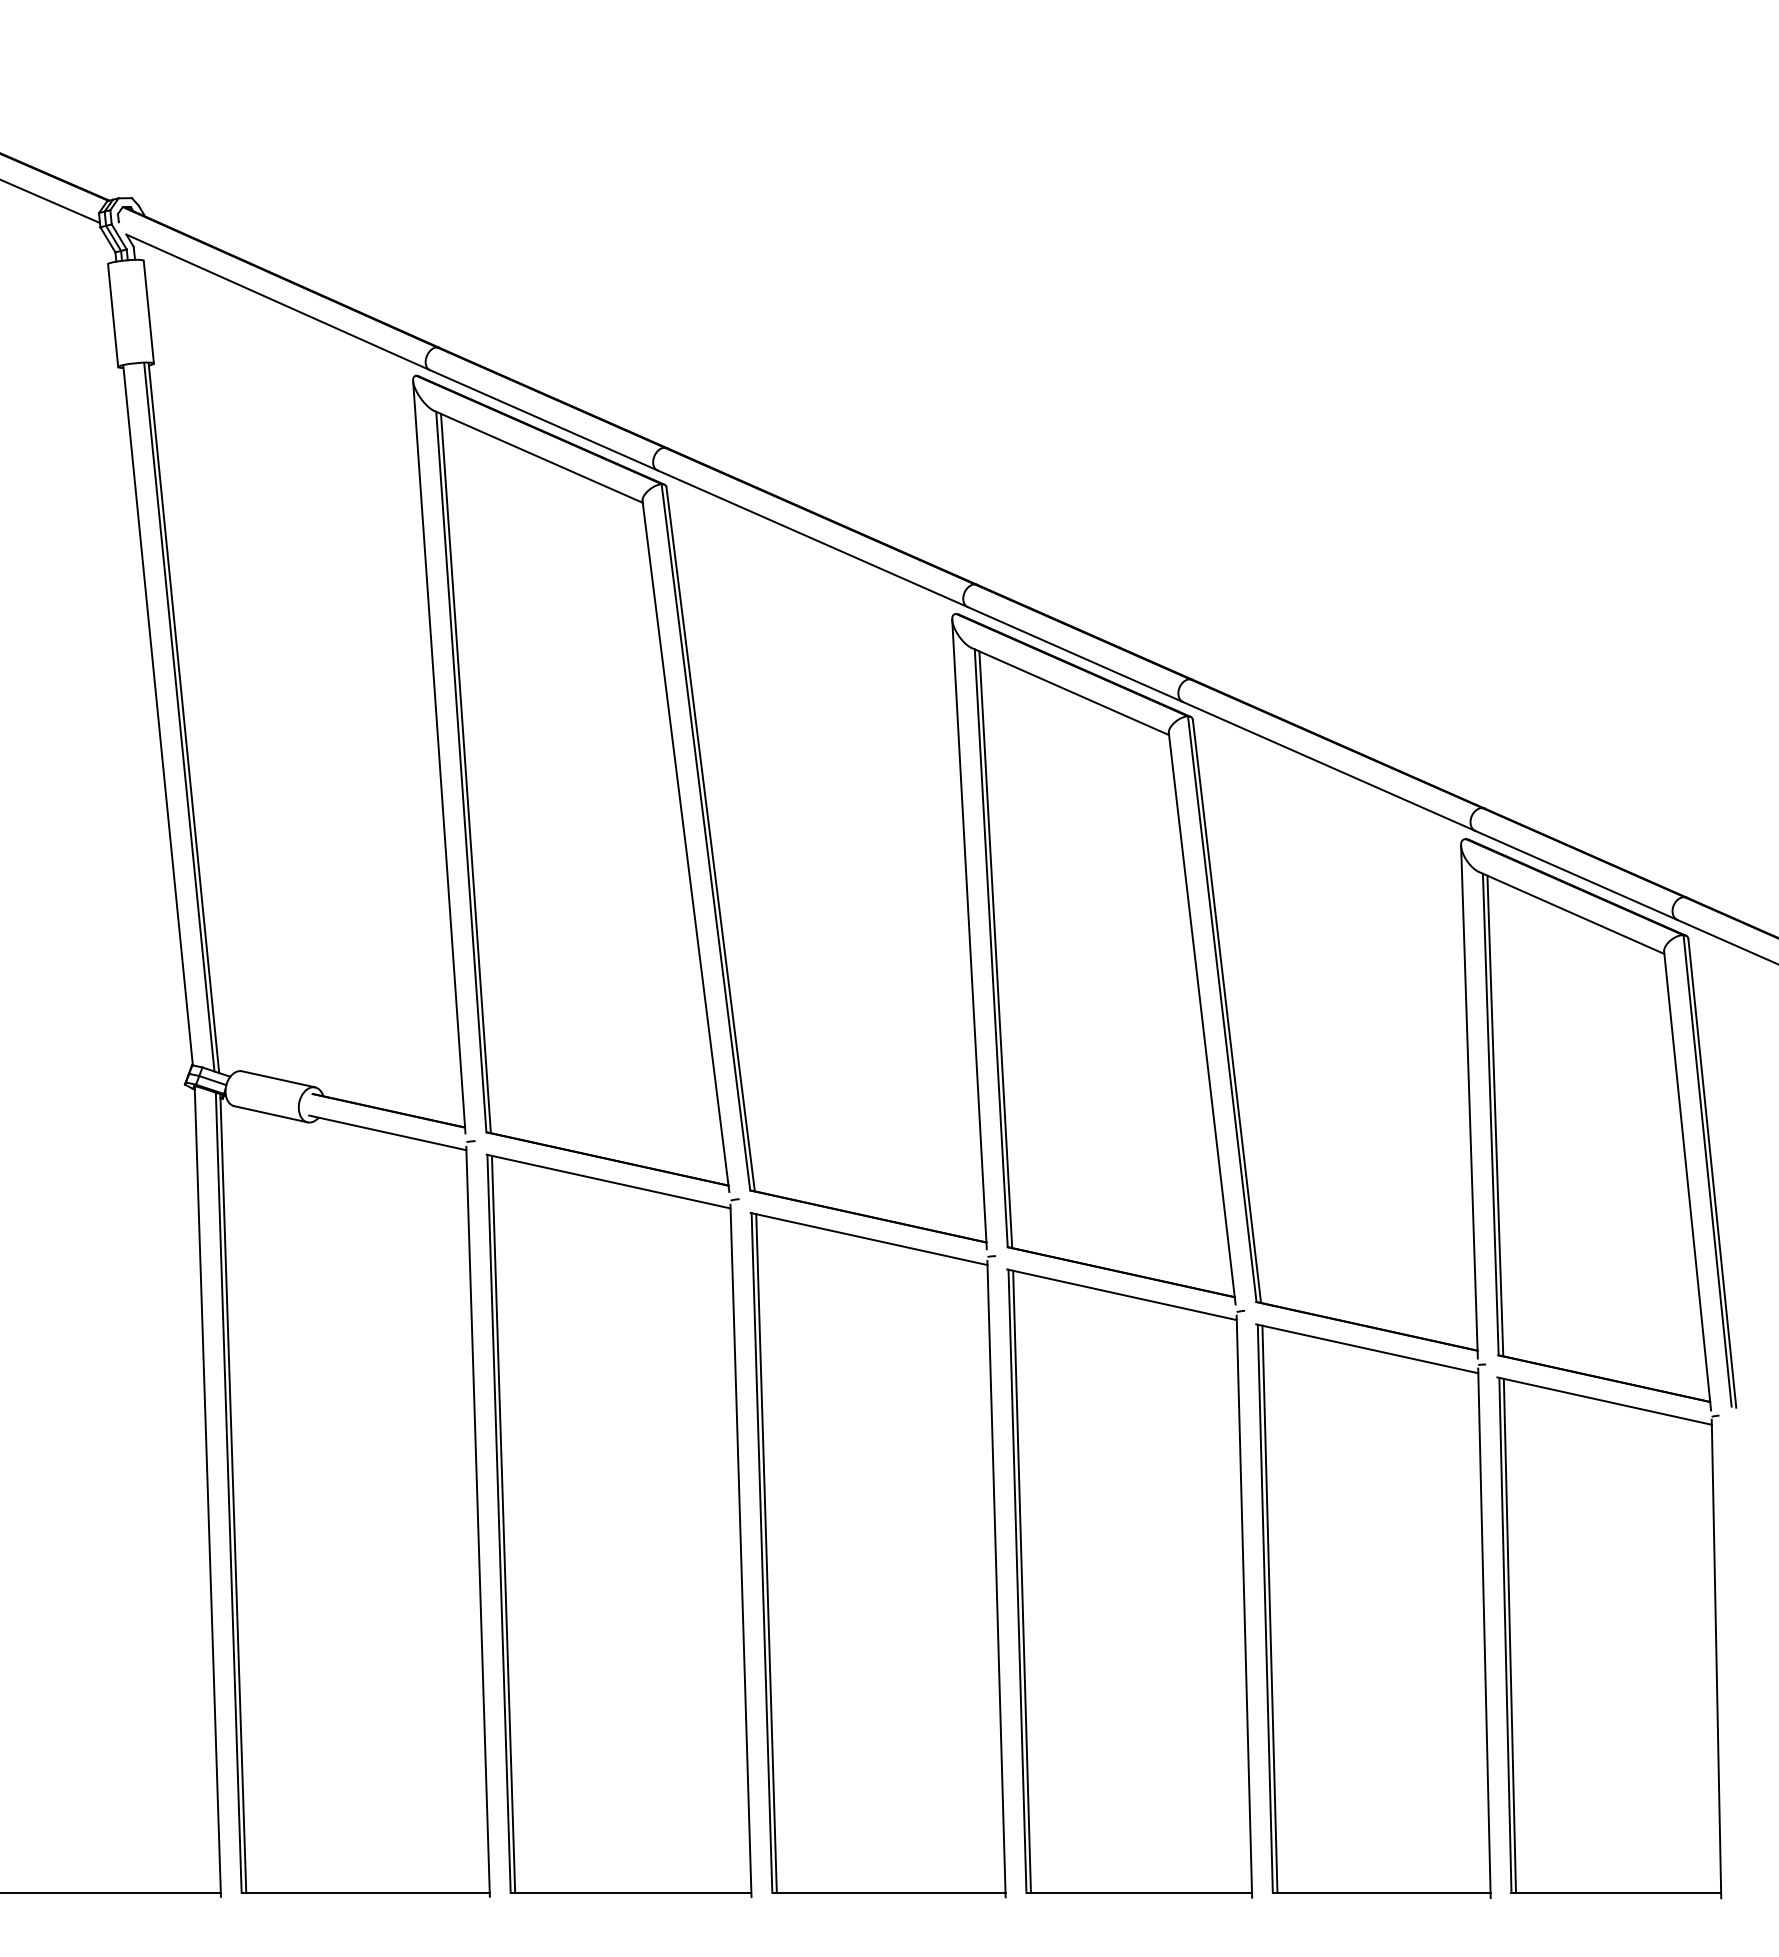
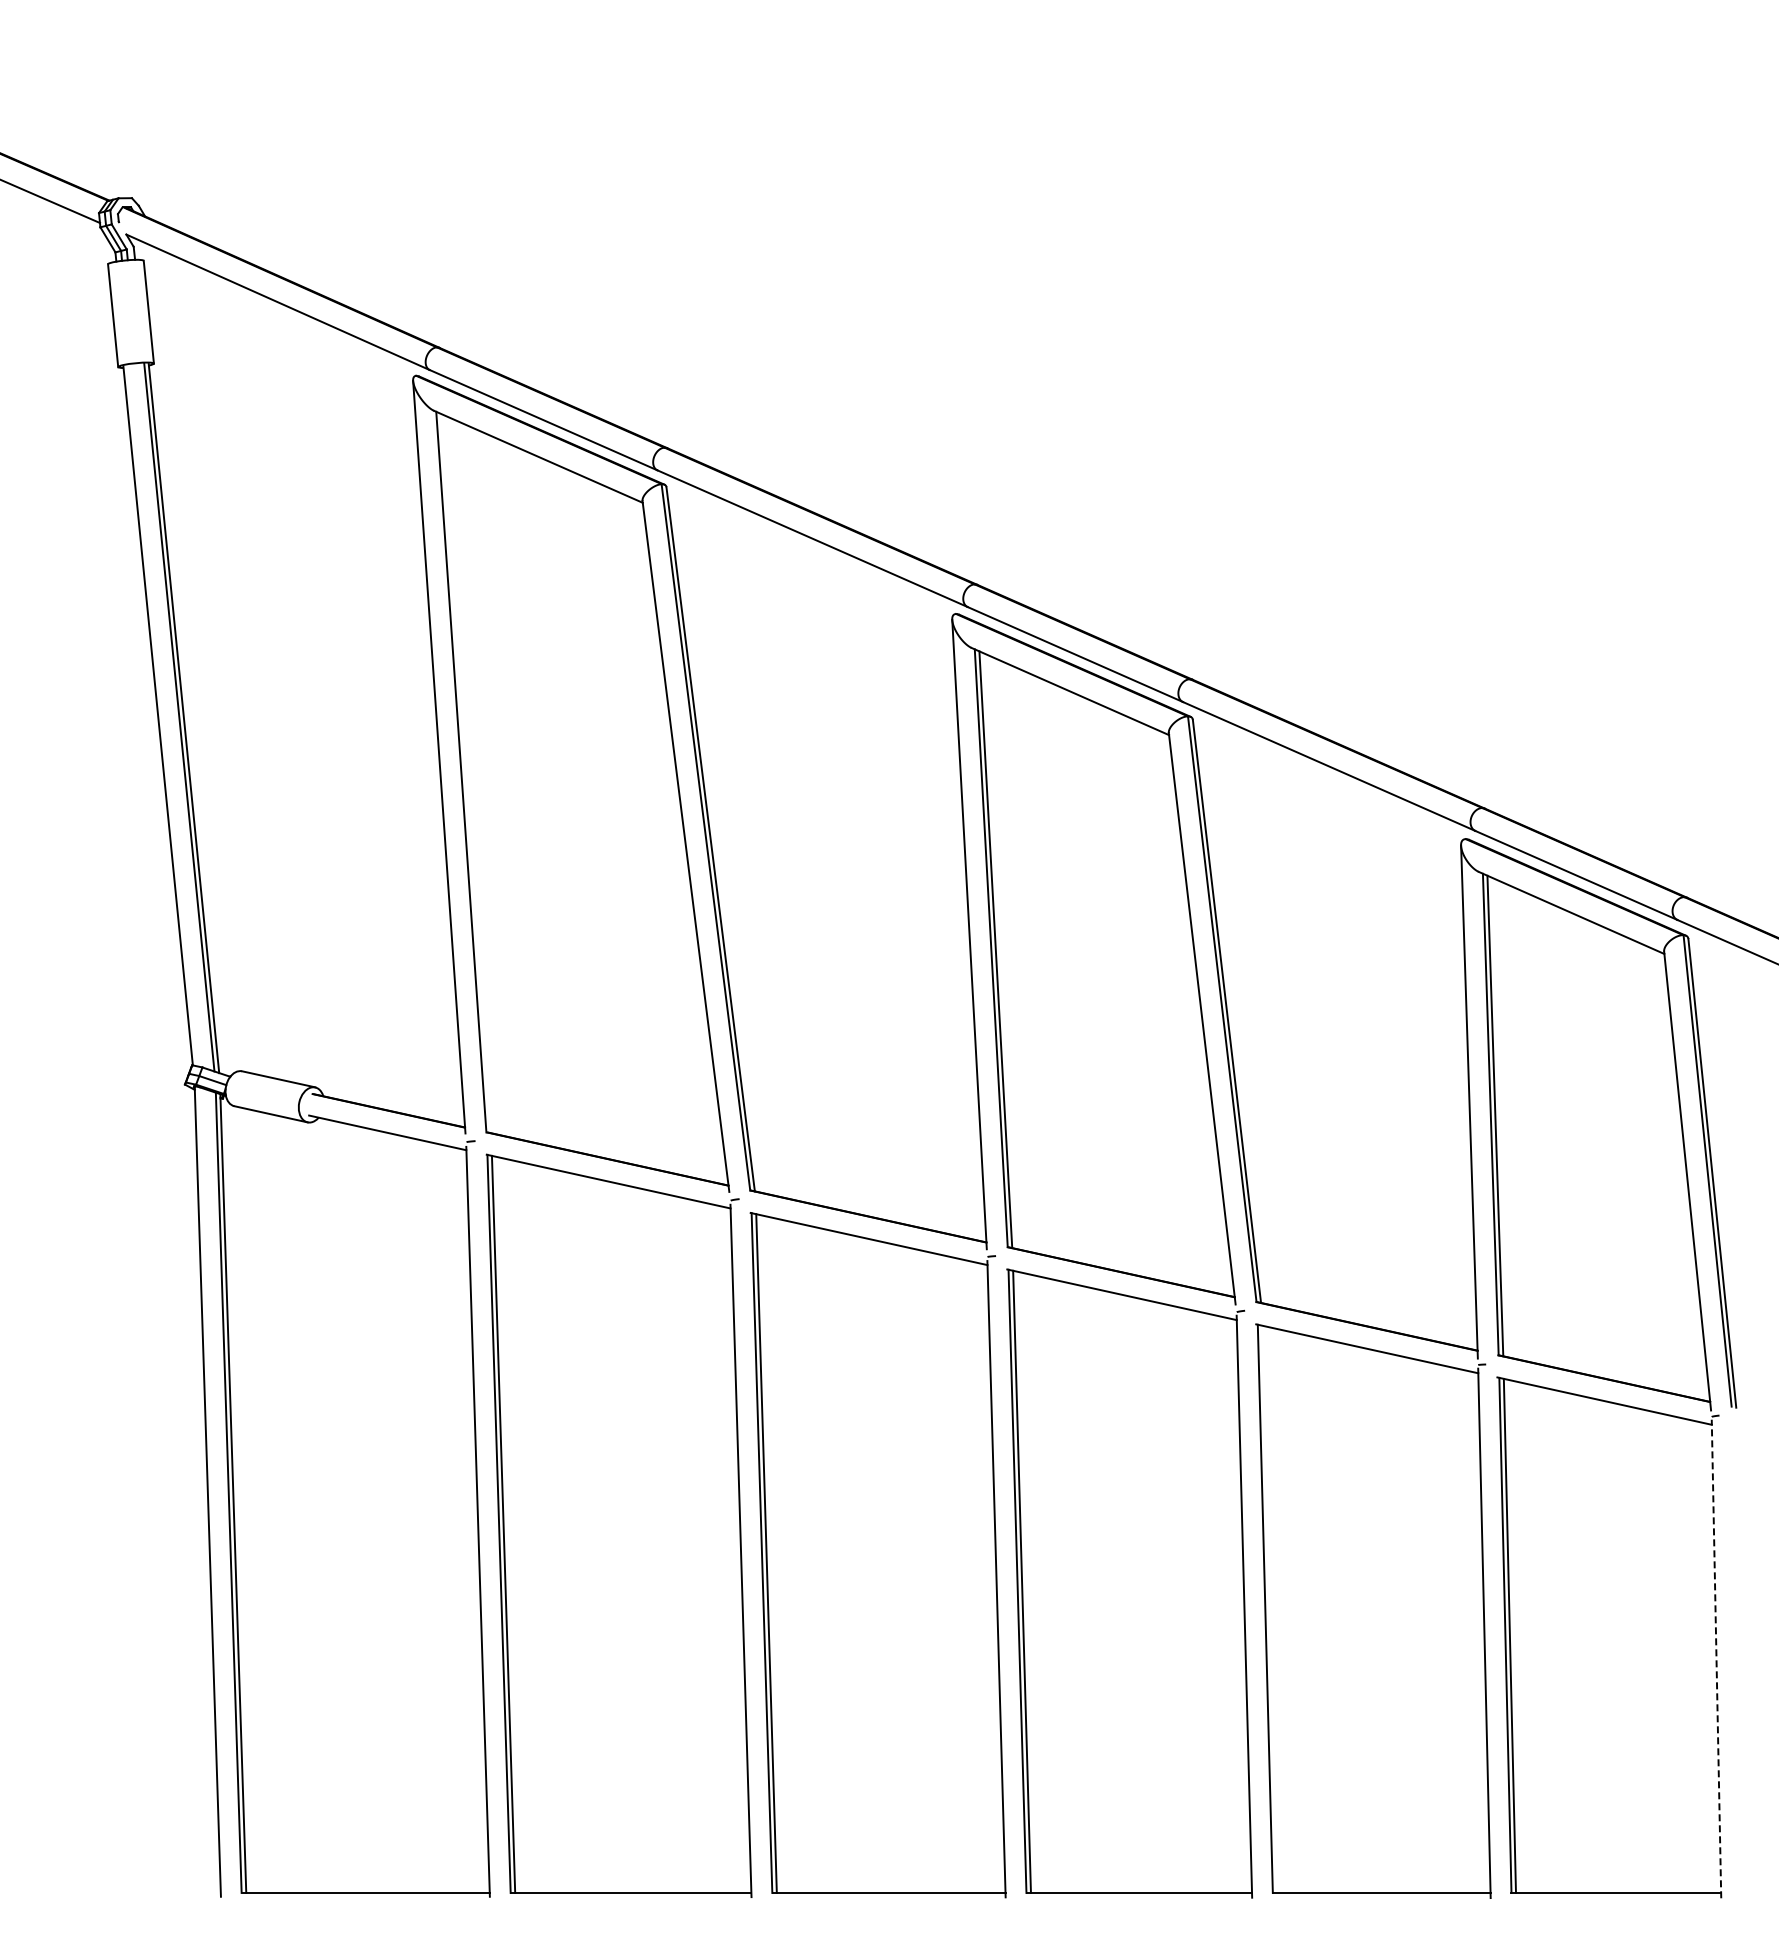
line at (465, 773): present -> none
line at (1269, 1608): present -> none
line at (1716, 1658): solid -> dashed
line at (111, 1892): present -> none
